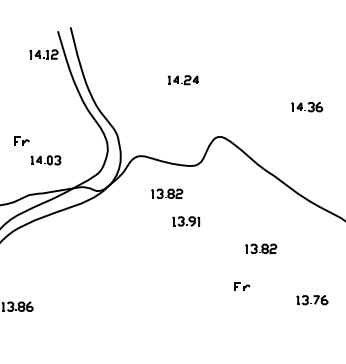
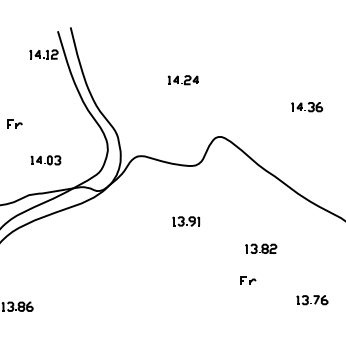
part at (21, 140) position: (21, 140) -> (14, 123)
part at (167, 193): present -> none
part at (242, 286) position: (242, 286) -> (248, 280)
